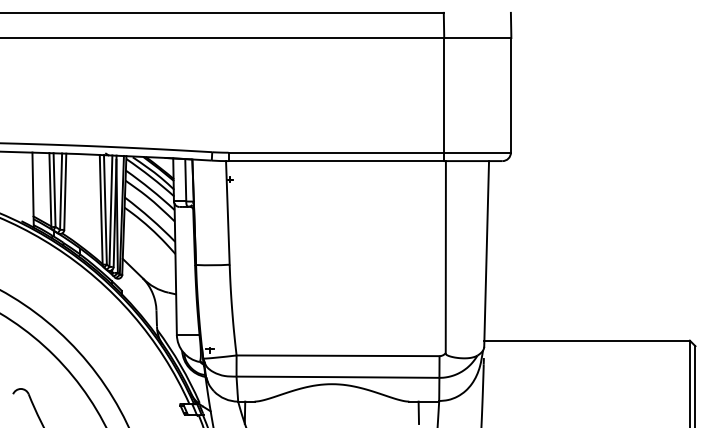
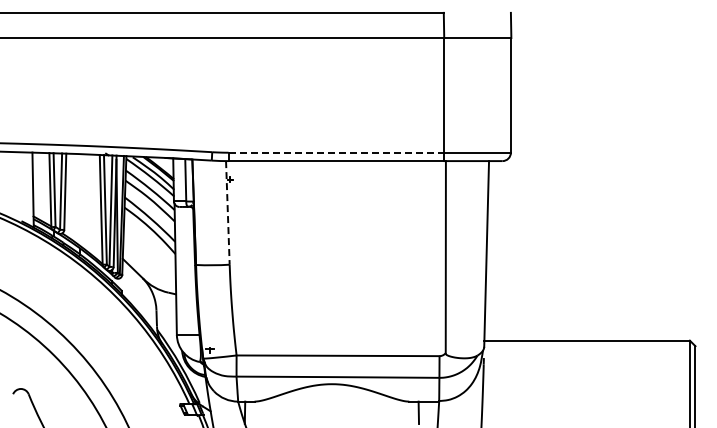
line at (336, 152): solid -> dashed
line at (227, 212): solid -> dashed
